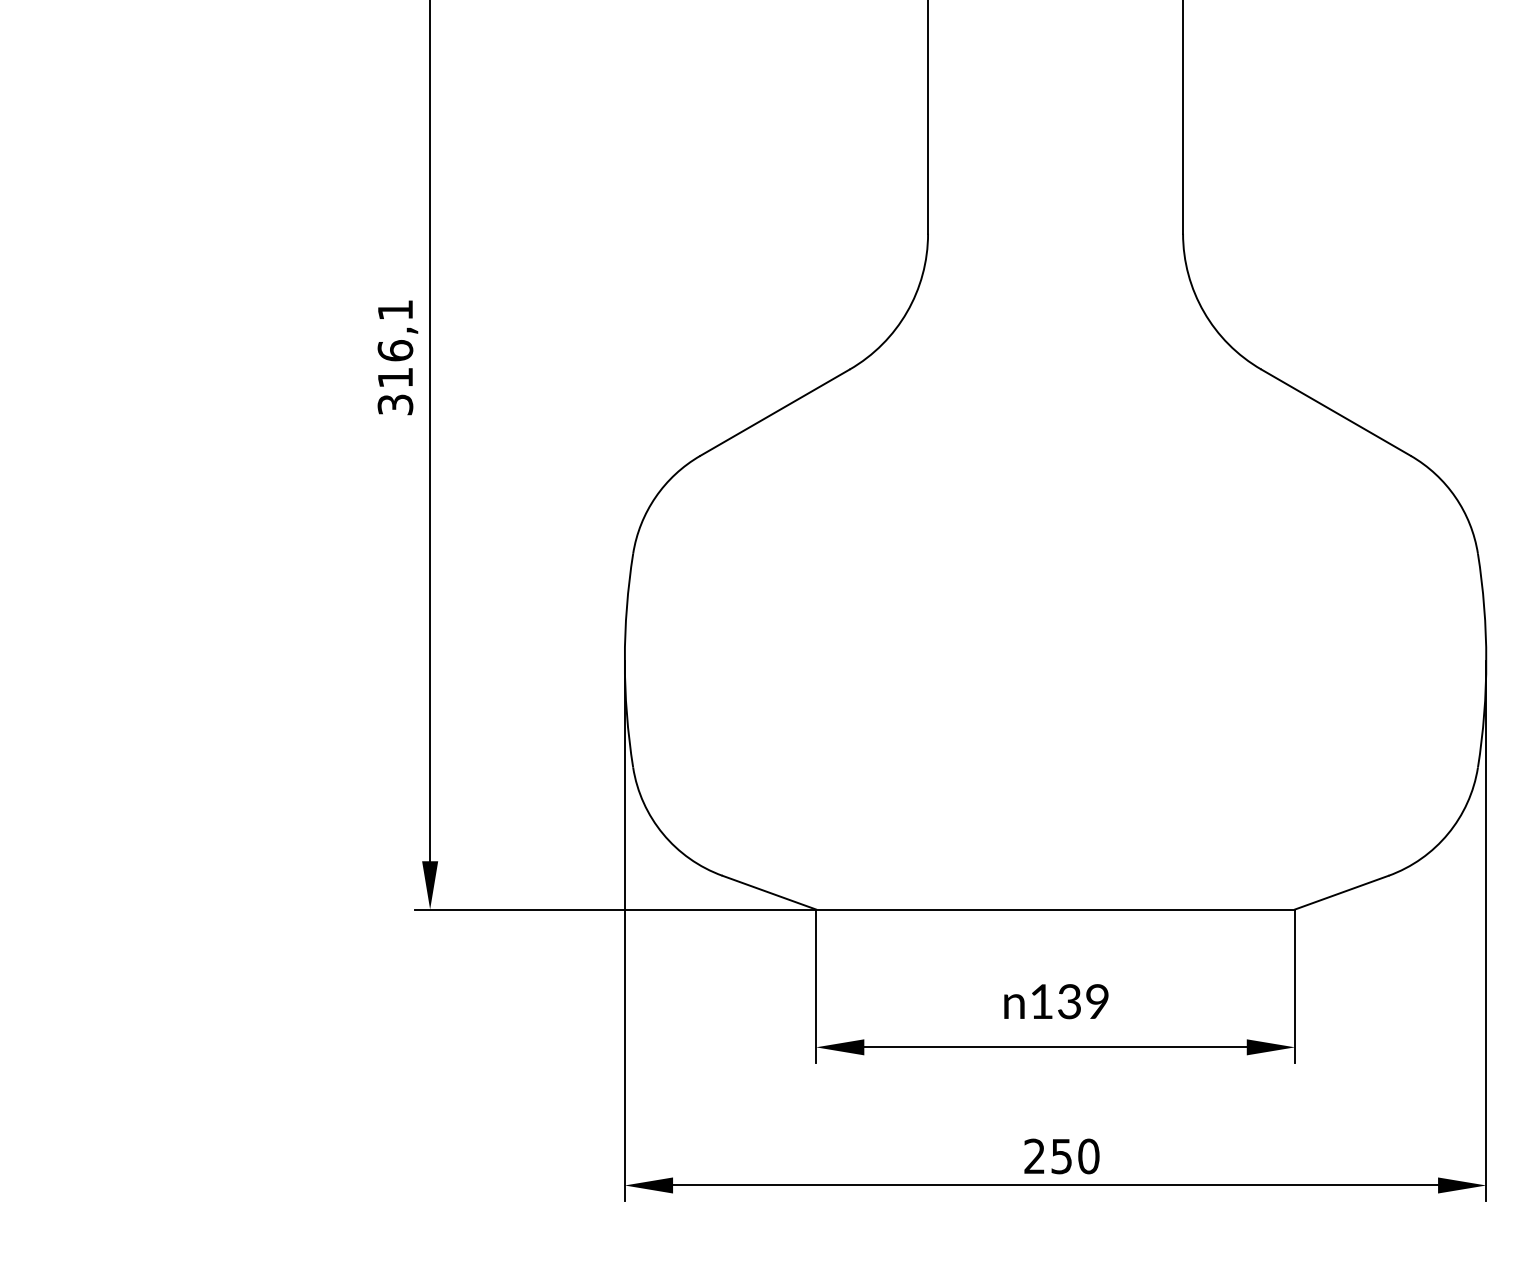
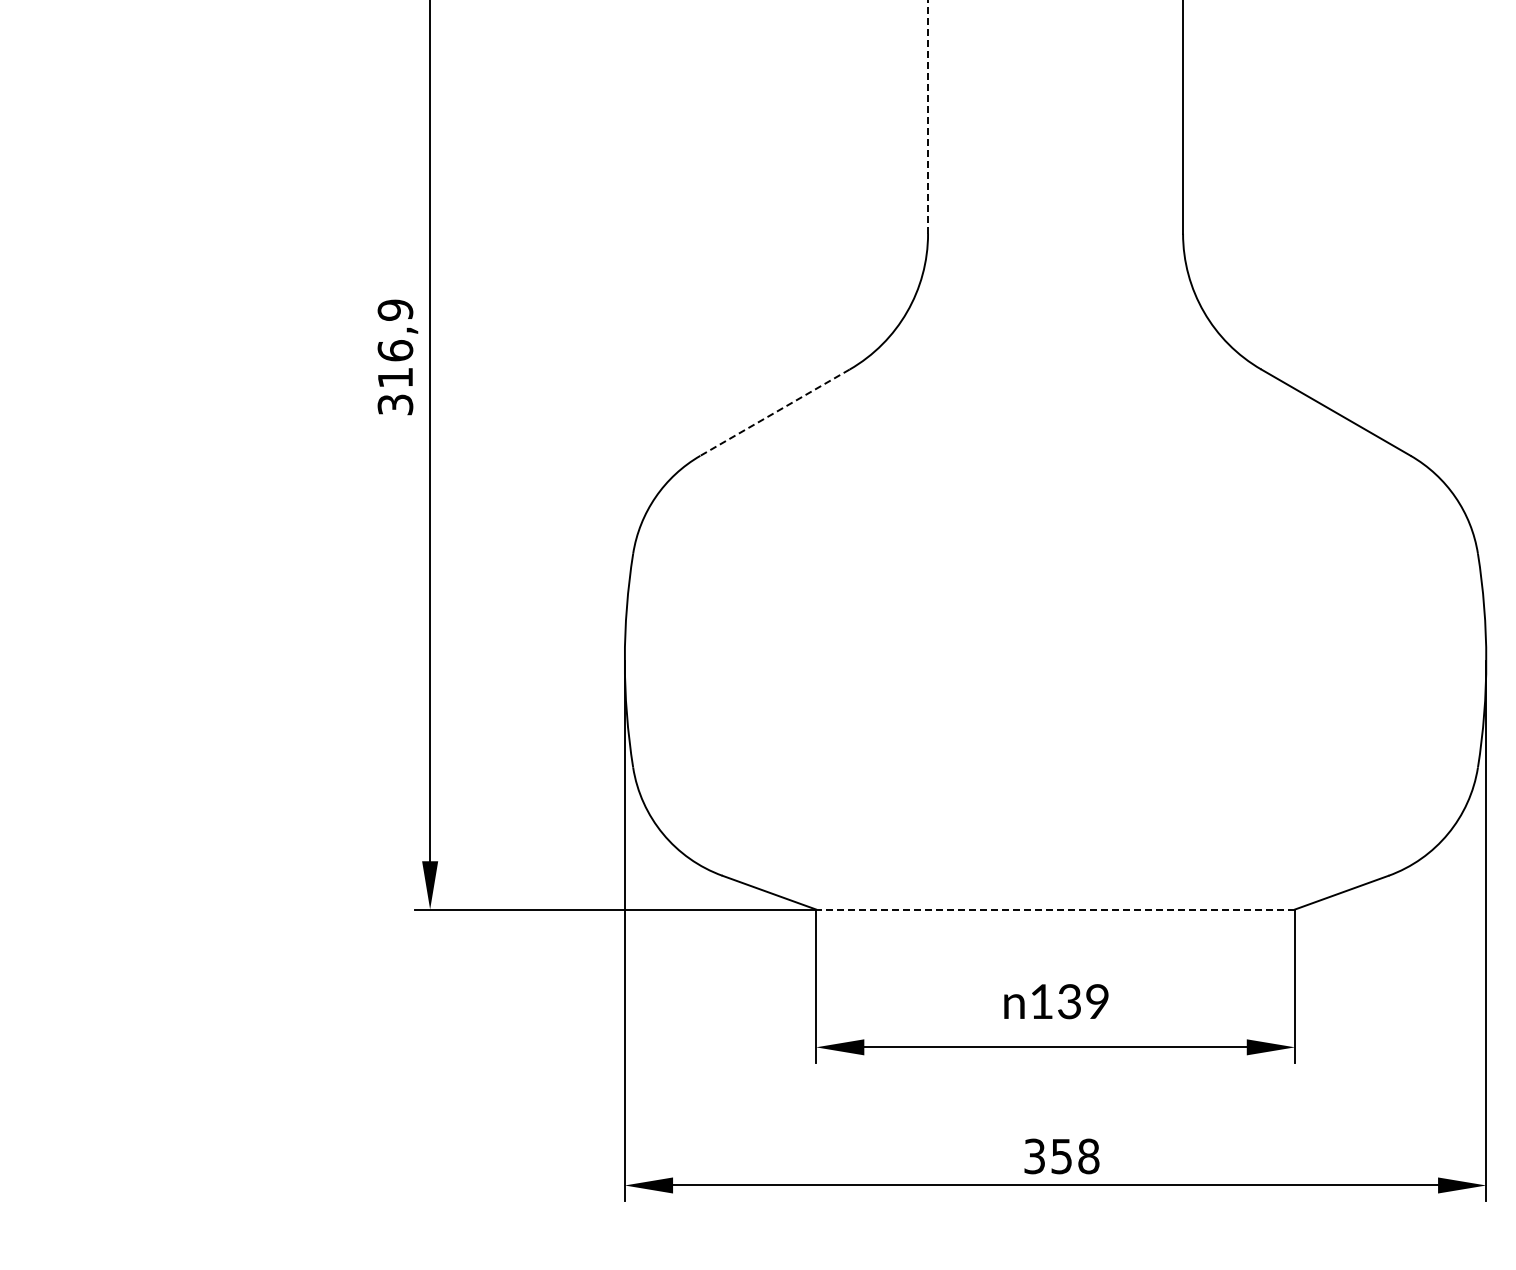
line at (928, 116): solid -> dashed
text at (395, 309): 316,1 -> 316,9
line at (774, 412): solid -> dashed
line at (1055, 909): solid -> dashed
text at (1061, 1156): 250 -> 358
